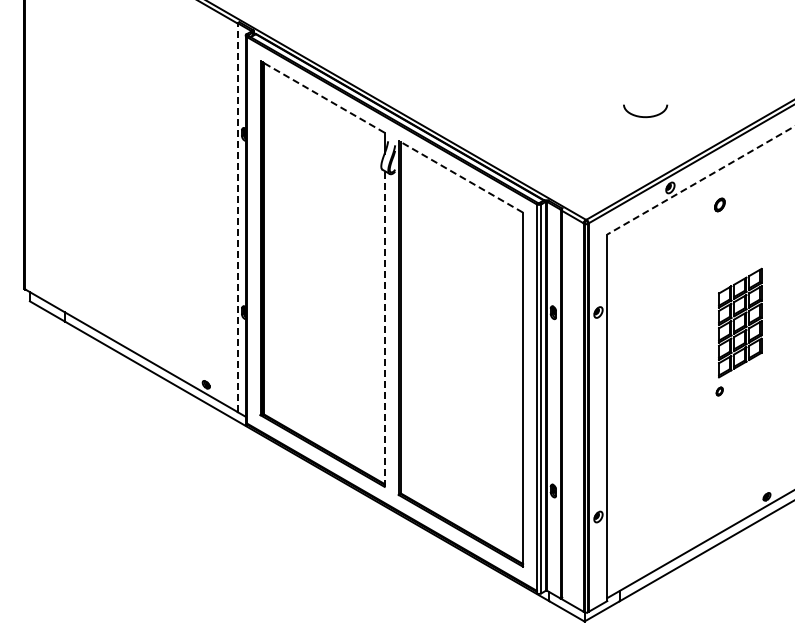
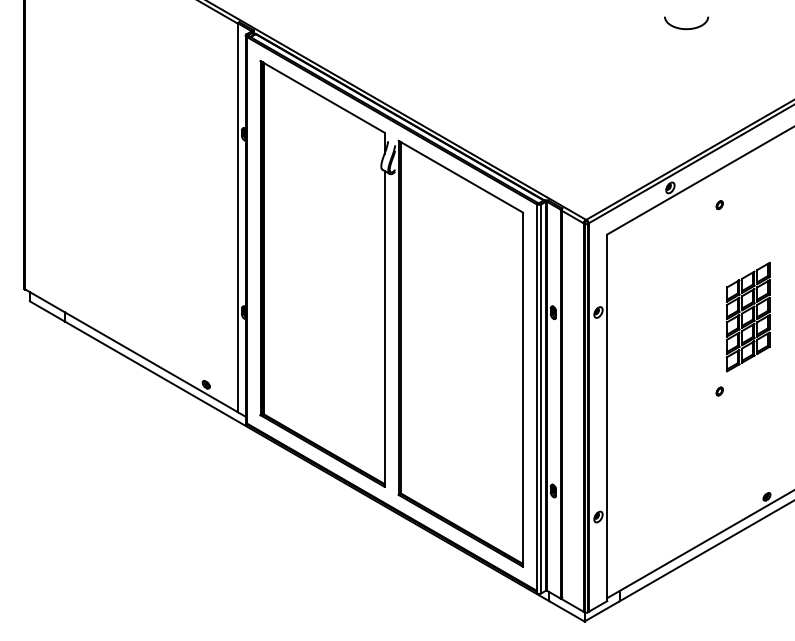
line at (322, 96): dashed -> solid
curve at (645, 116) position: (645, 116) -> (686, 28)
line at (460, 176): dashed -> solid
line at (700, 180): dashed -> solid
part at (719, 204) size: 12x16 px -> 9x11 px
line at (237, 217): dashed -> solid
part at (740, 322) position: (740, 322) -> (748, 316)
line at (384, 328): dashed -> solid
